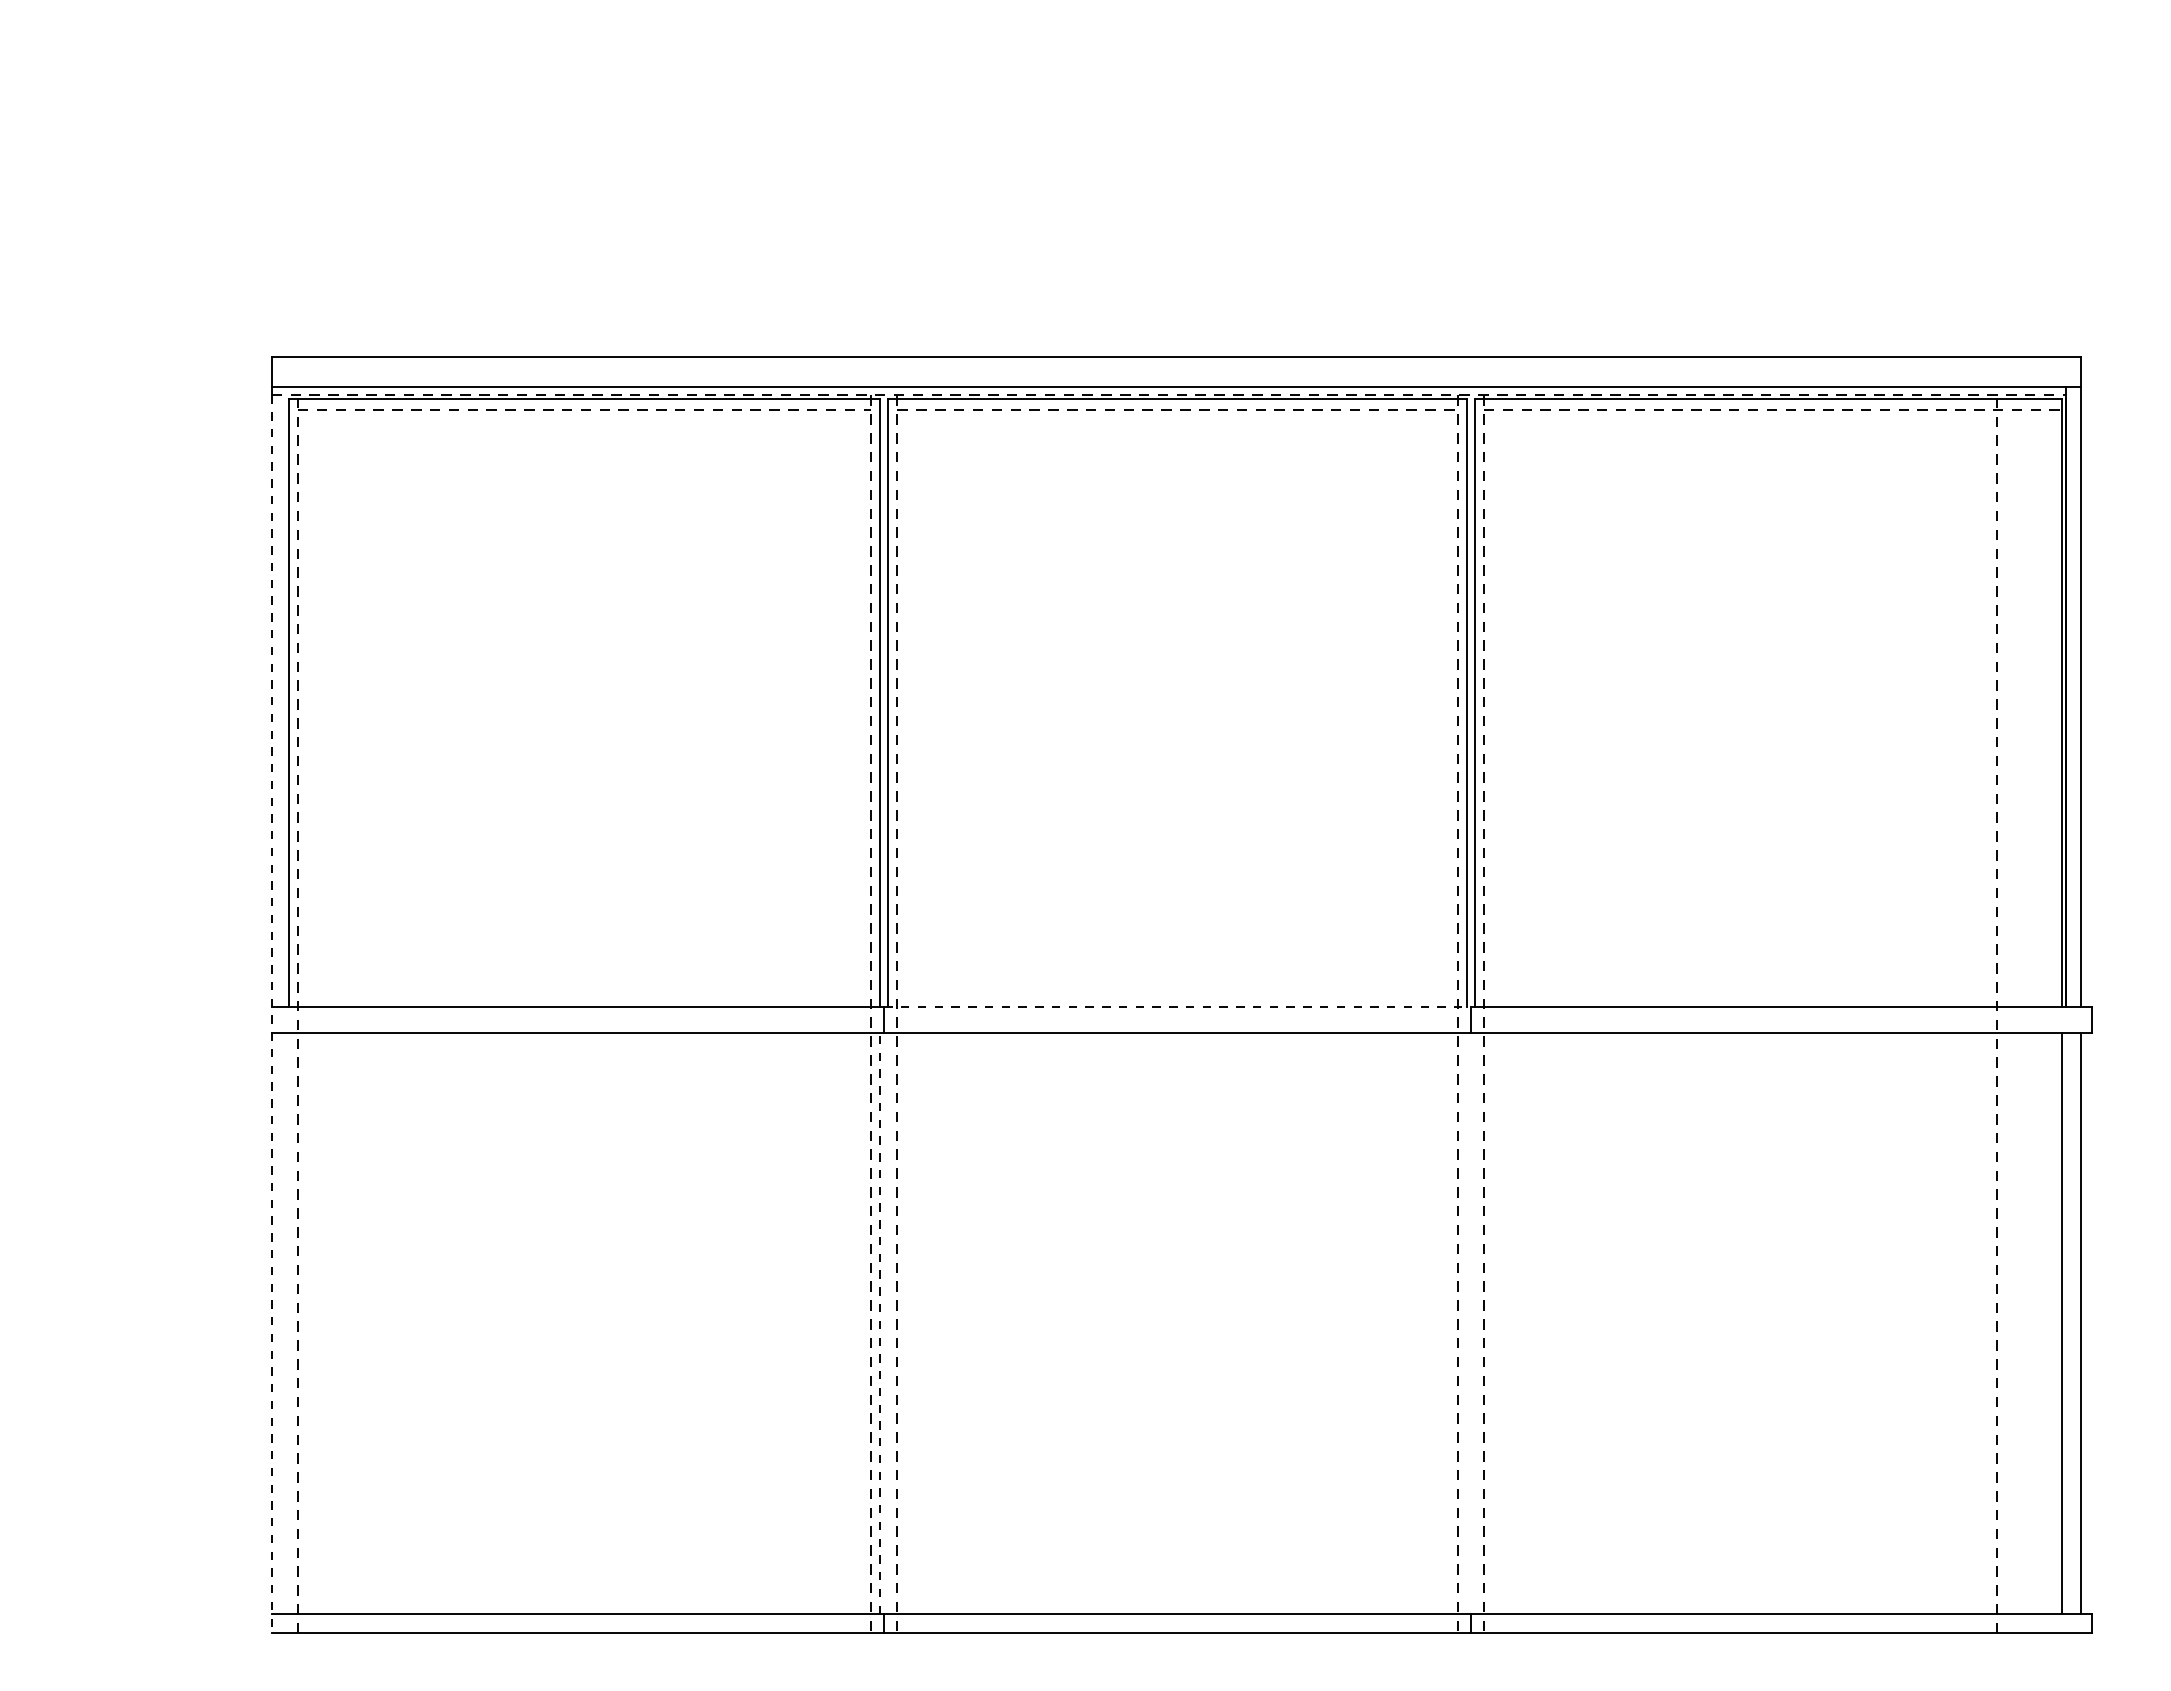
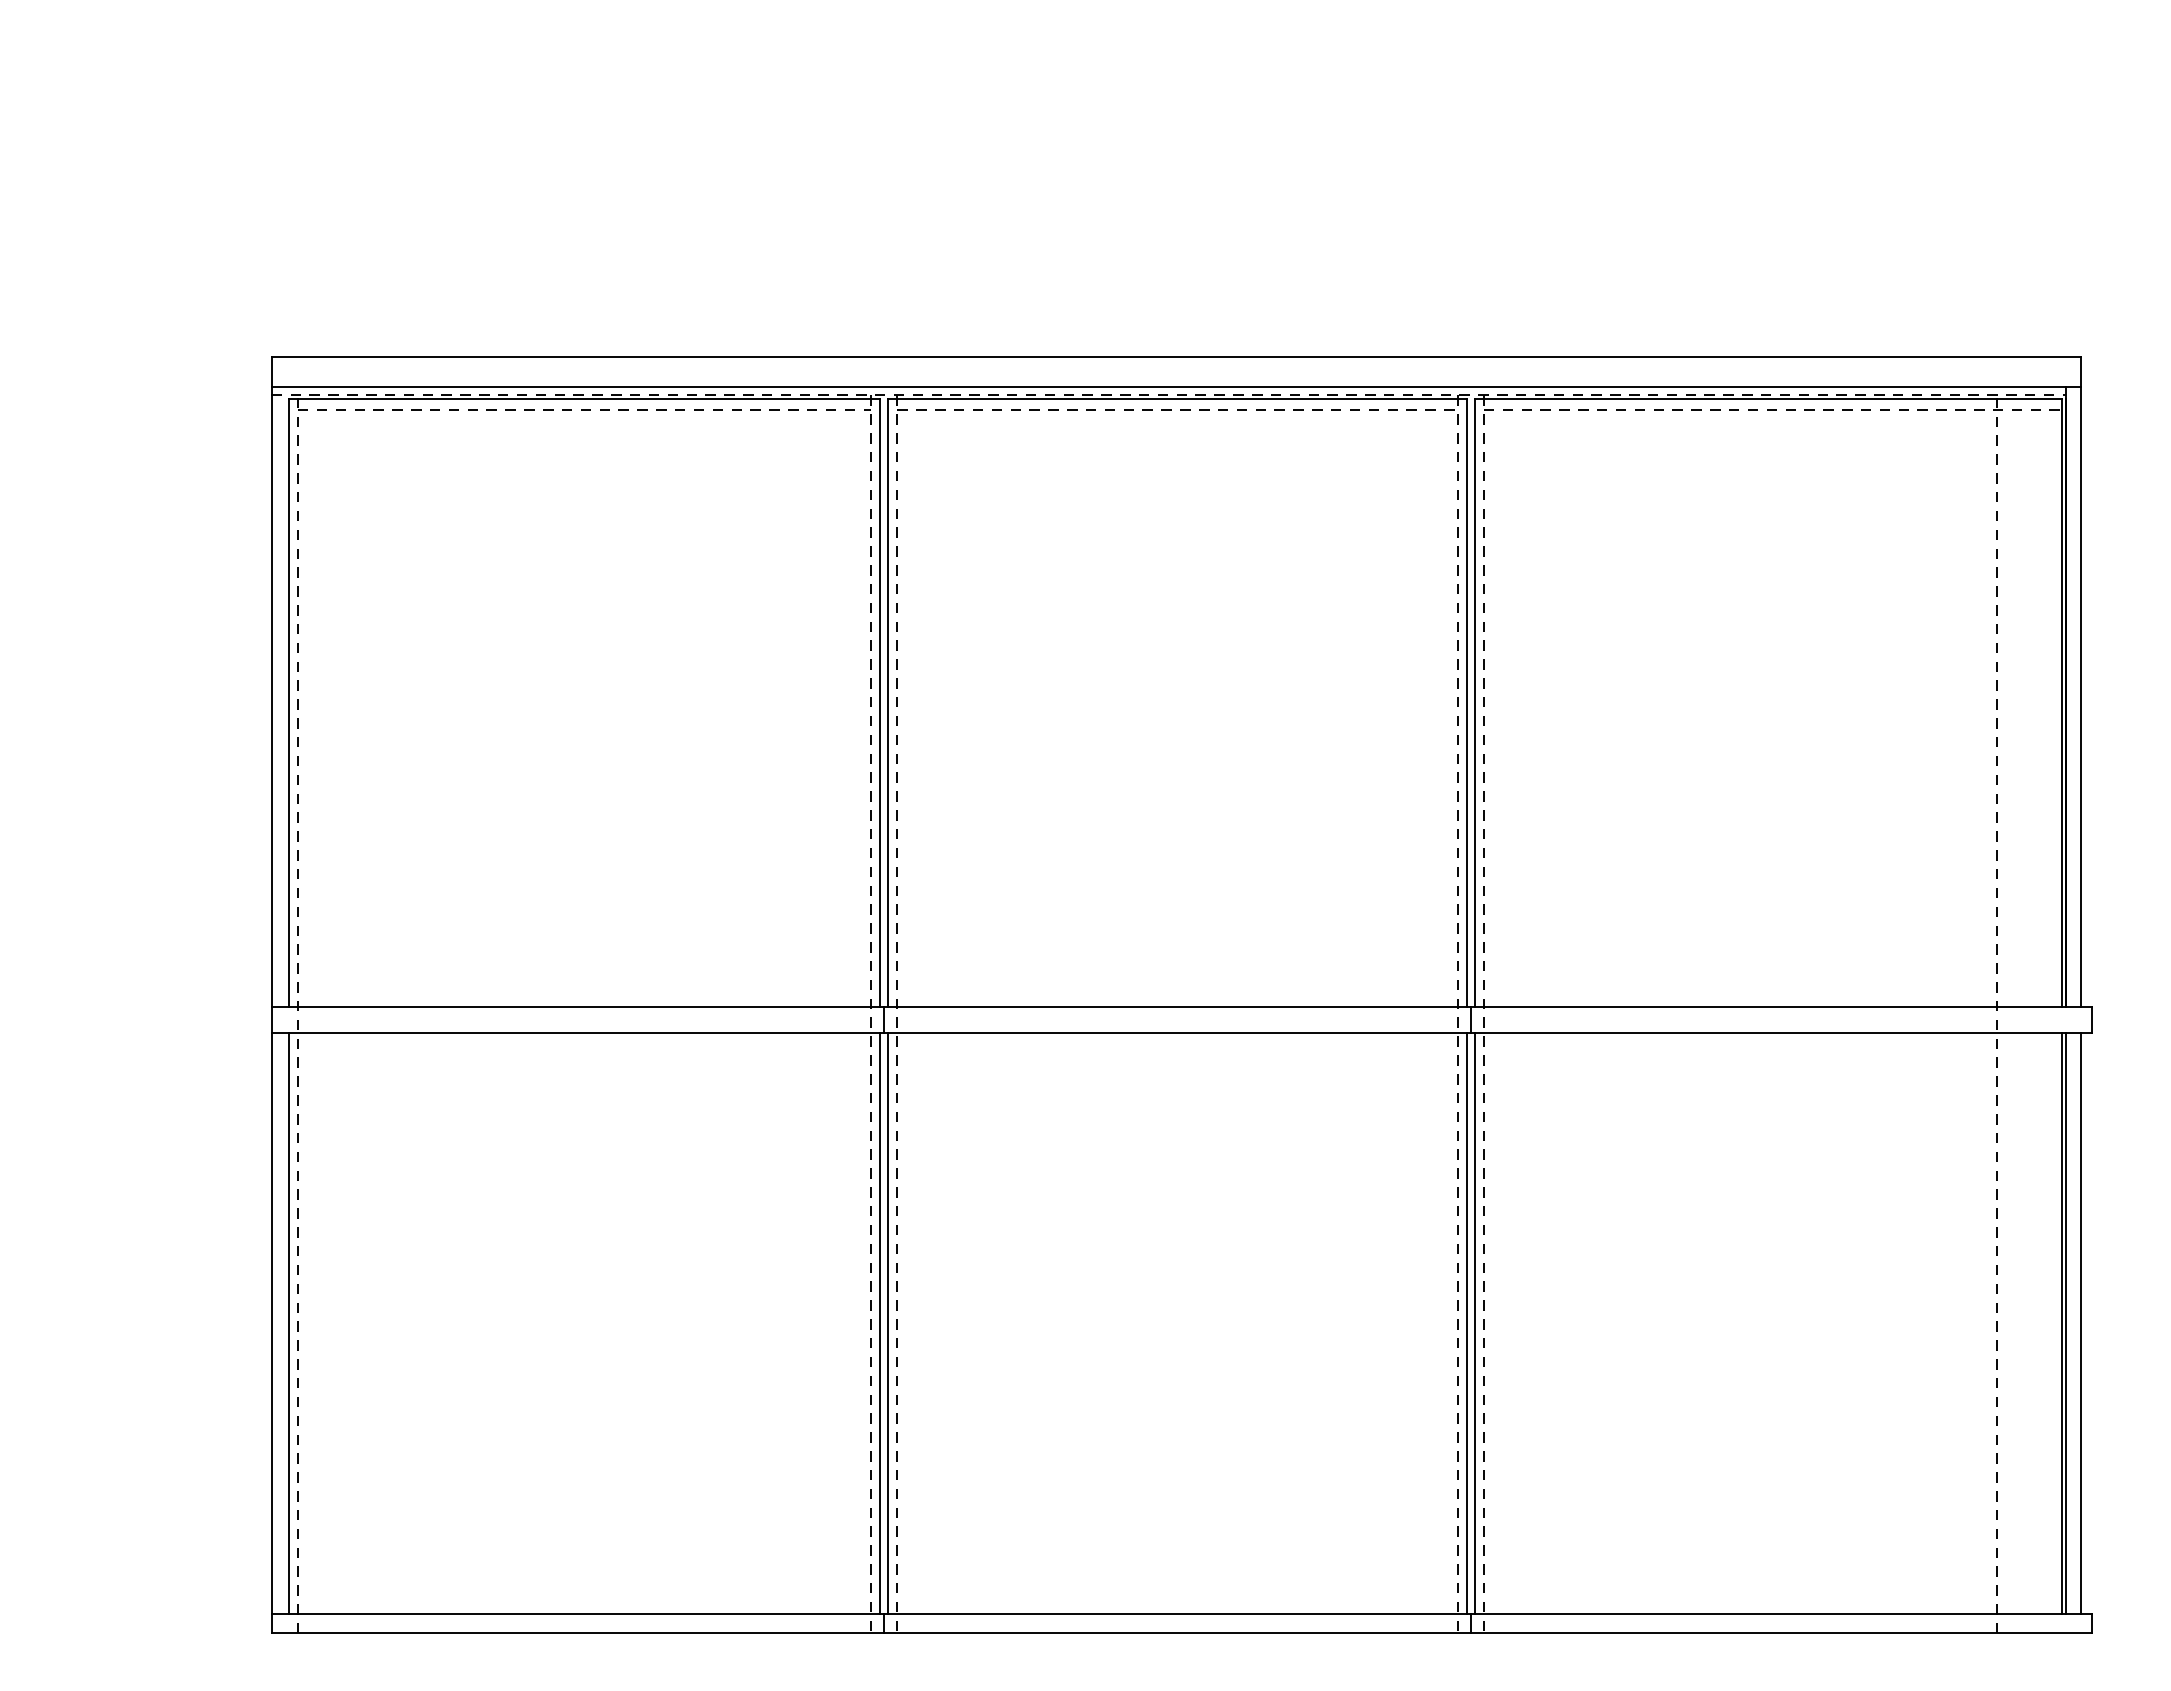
line at (1178, 1006): dashed -> solid
line at (271, 1014): dashed -> solid
line at (288, 1323): none -> present
line at (880, 1323): dashed -> solid
line at (888, 1323): none -> present
line at (1466, 1323): none -> present
line at (1474, 1323): none -> present
line at (2065, 1323): none -> present
